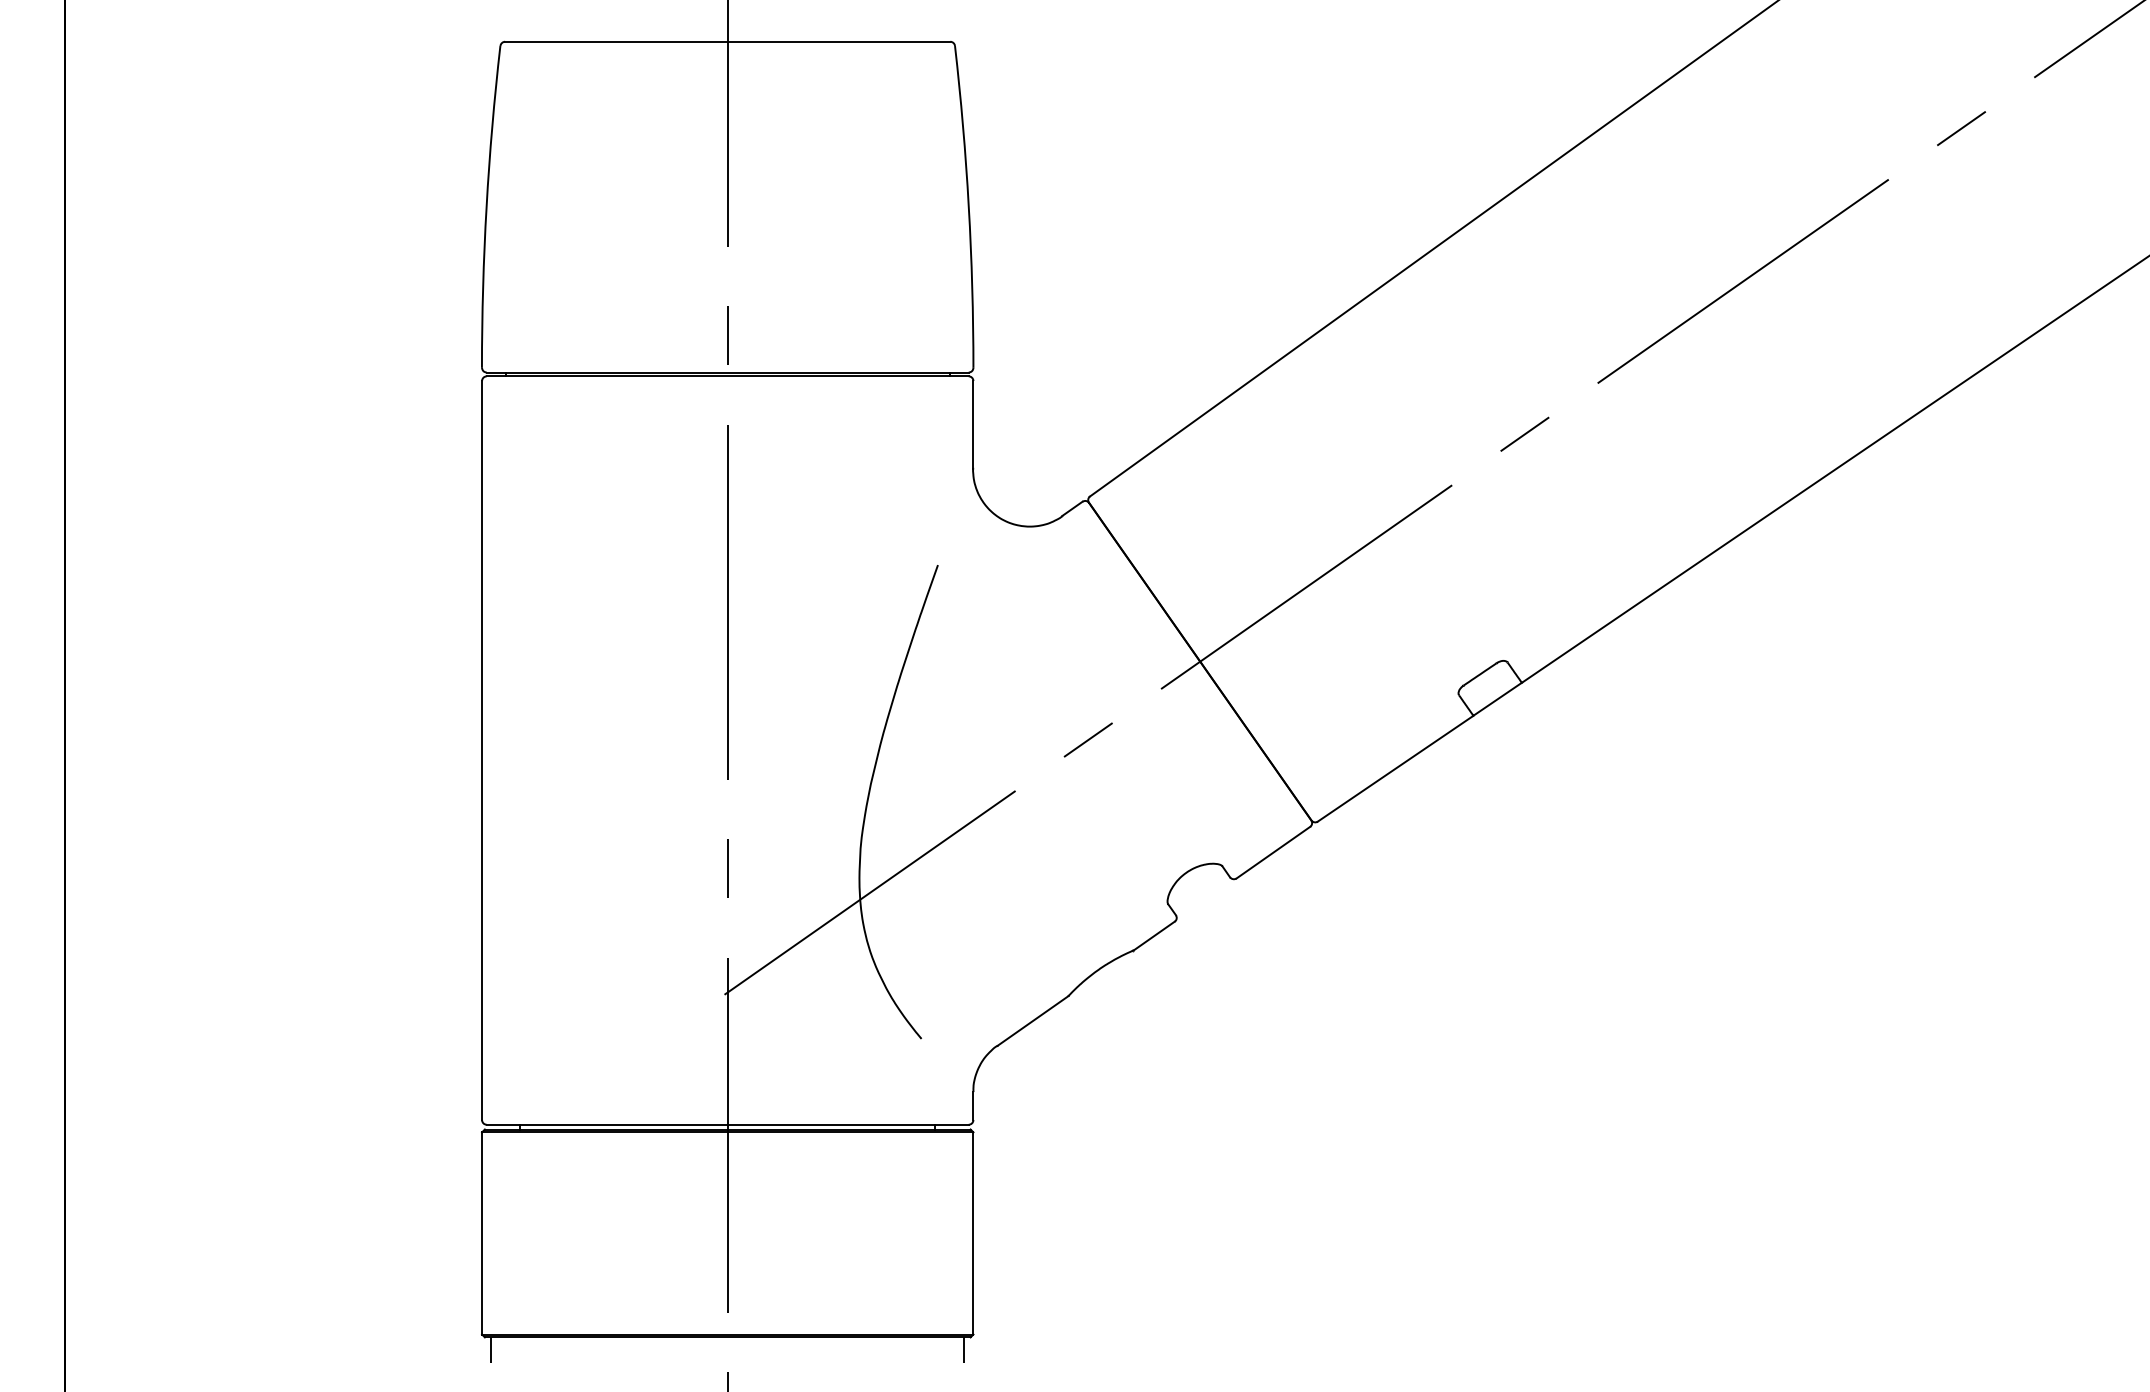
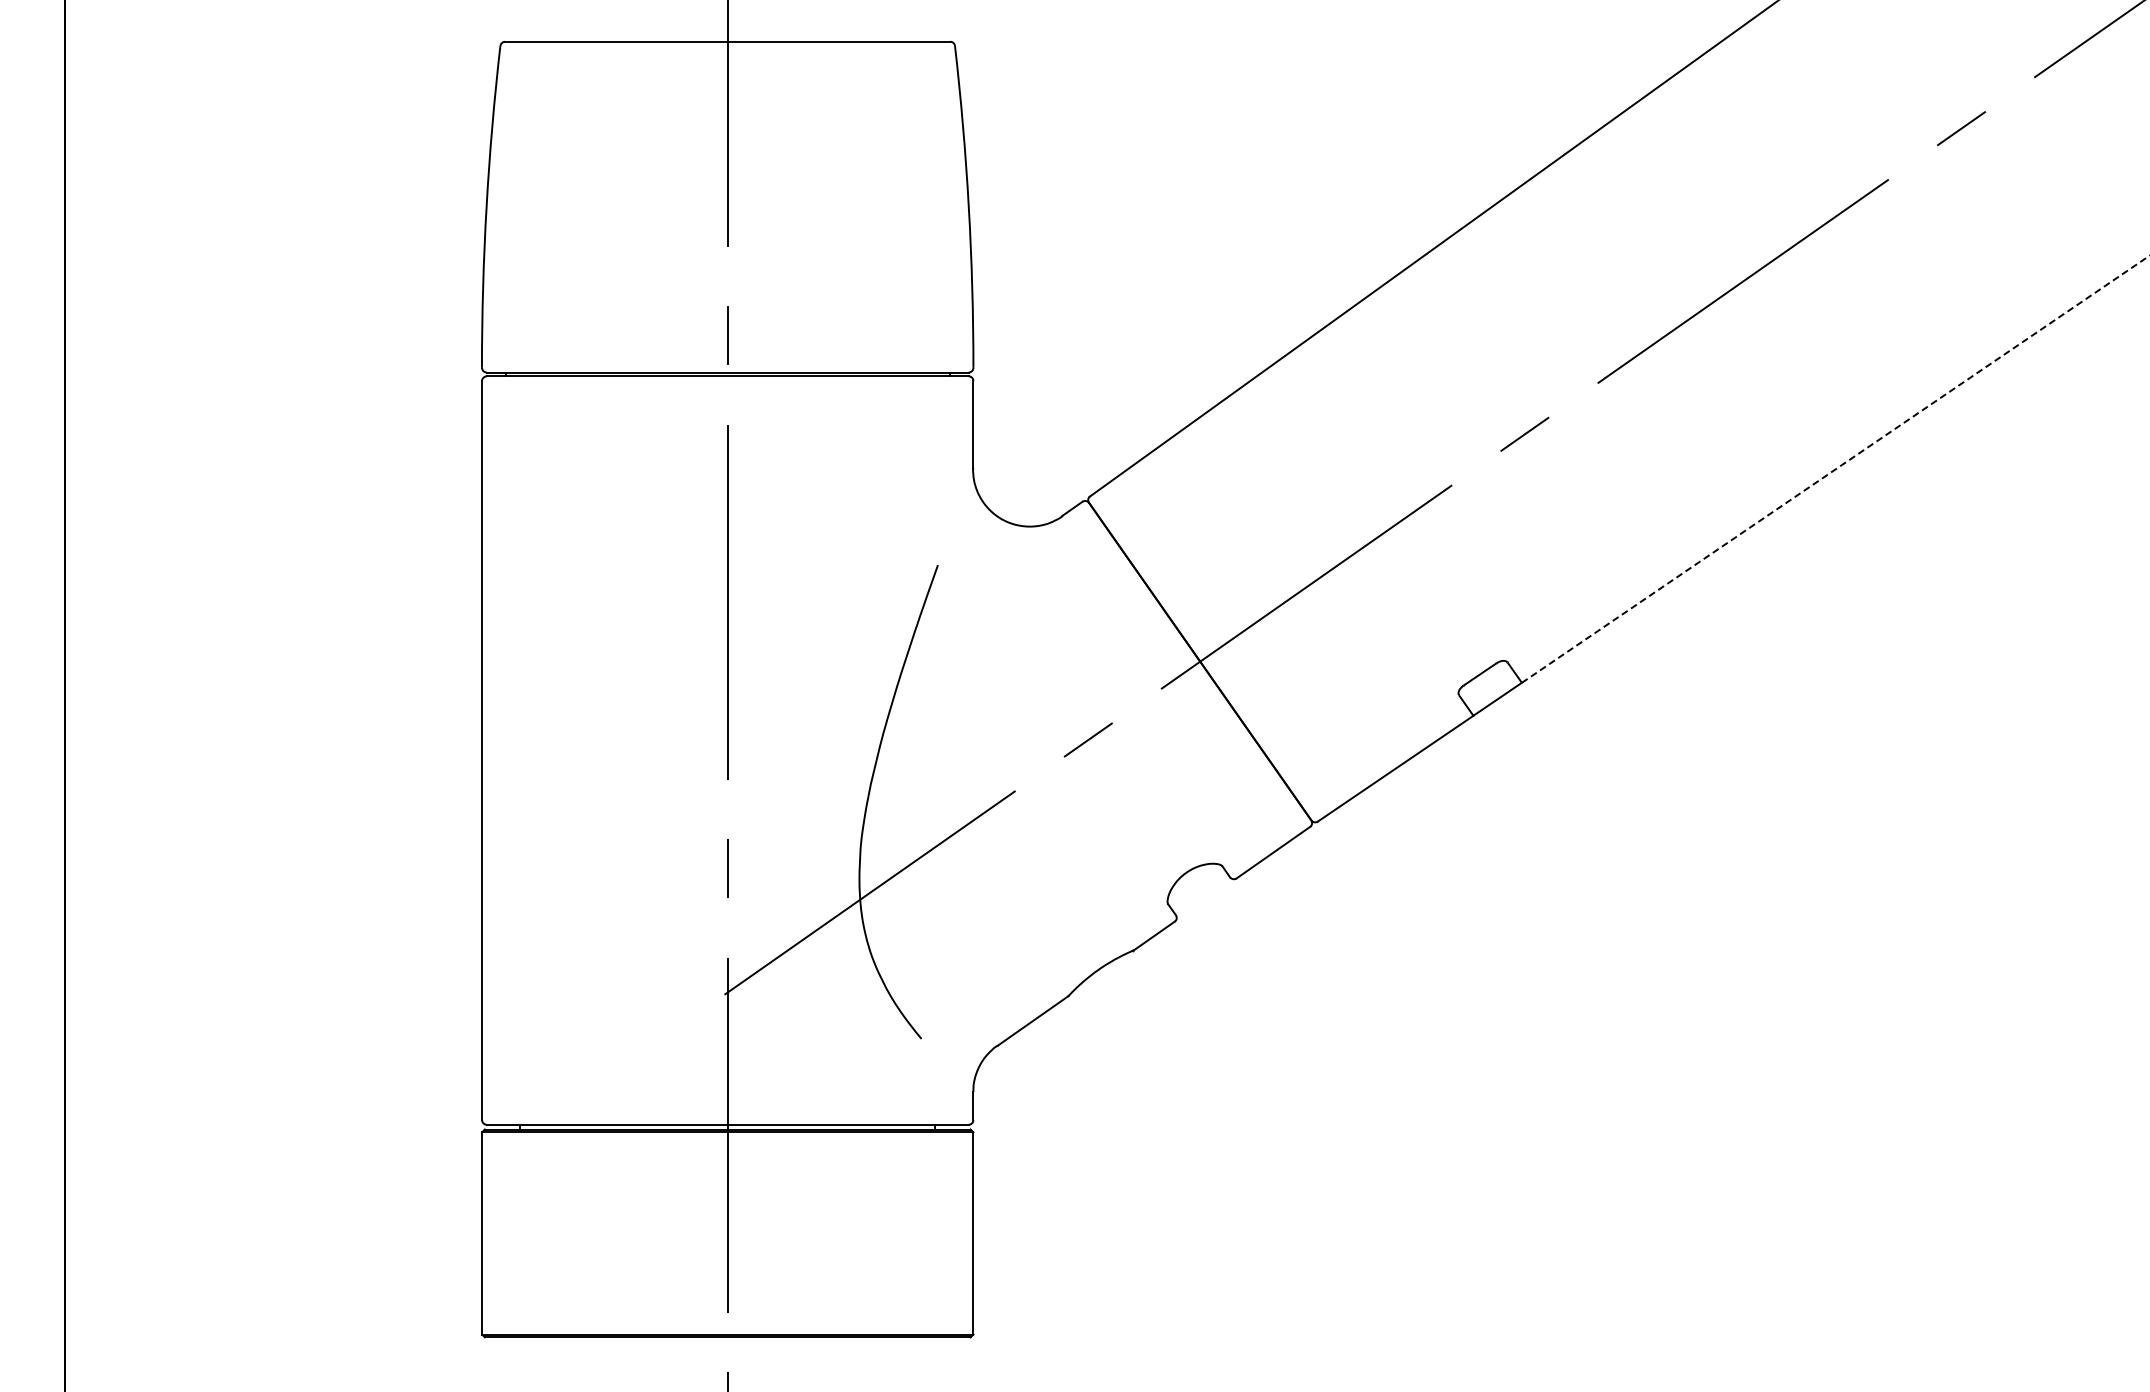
line at (1835, 469): solid -> dashed
line at (491, 1349): present -> none
line at (963, 1349): present -> none
